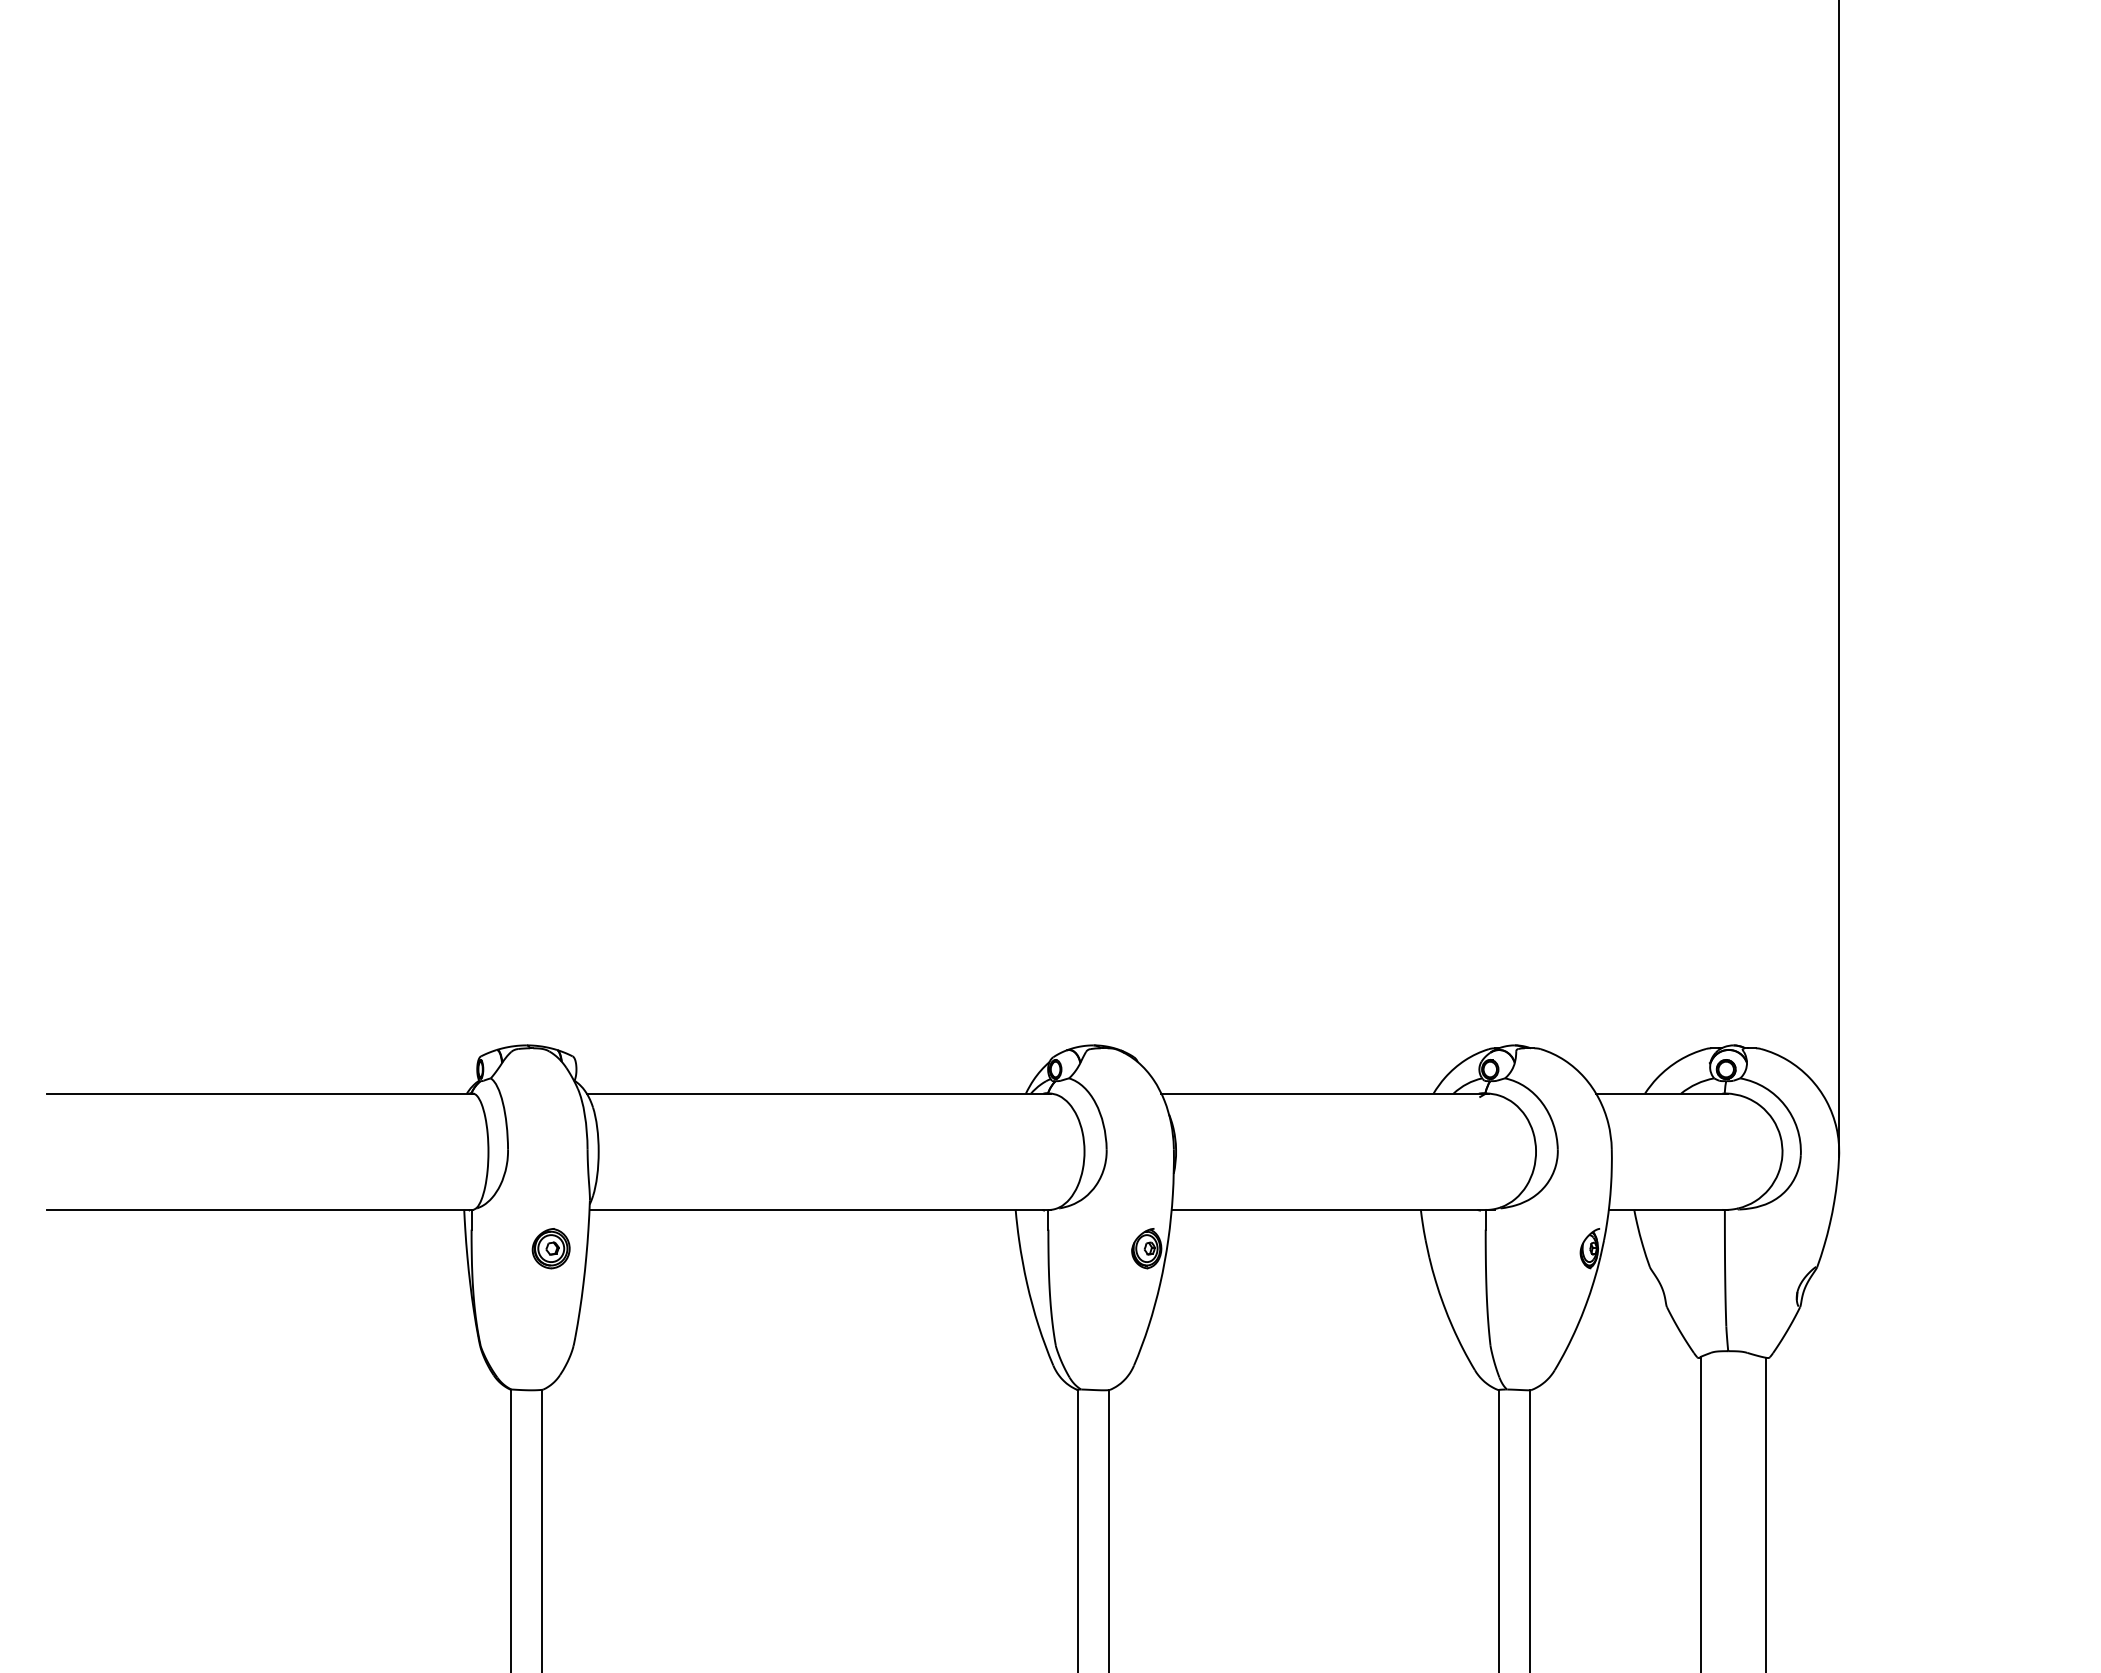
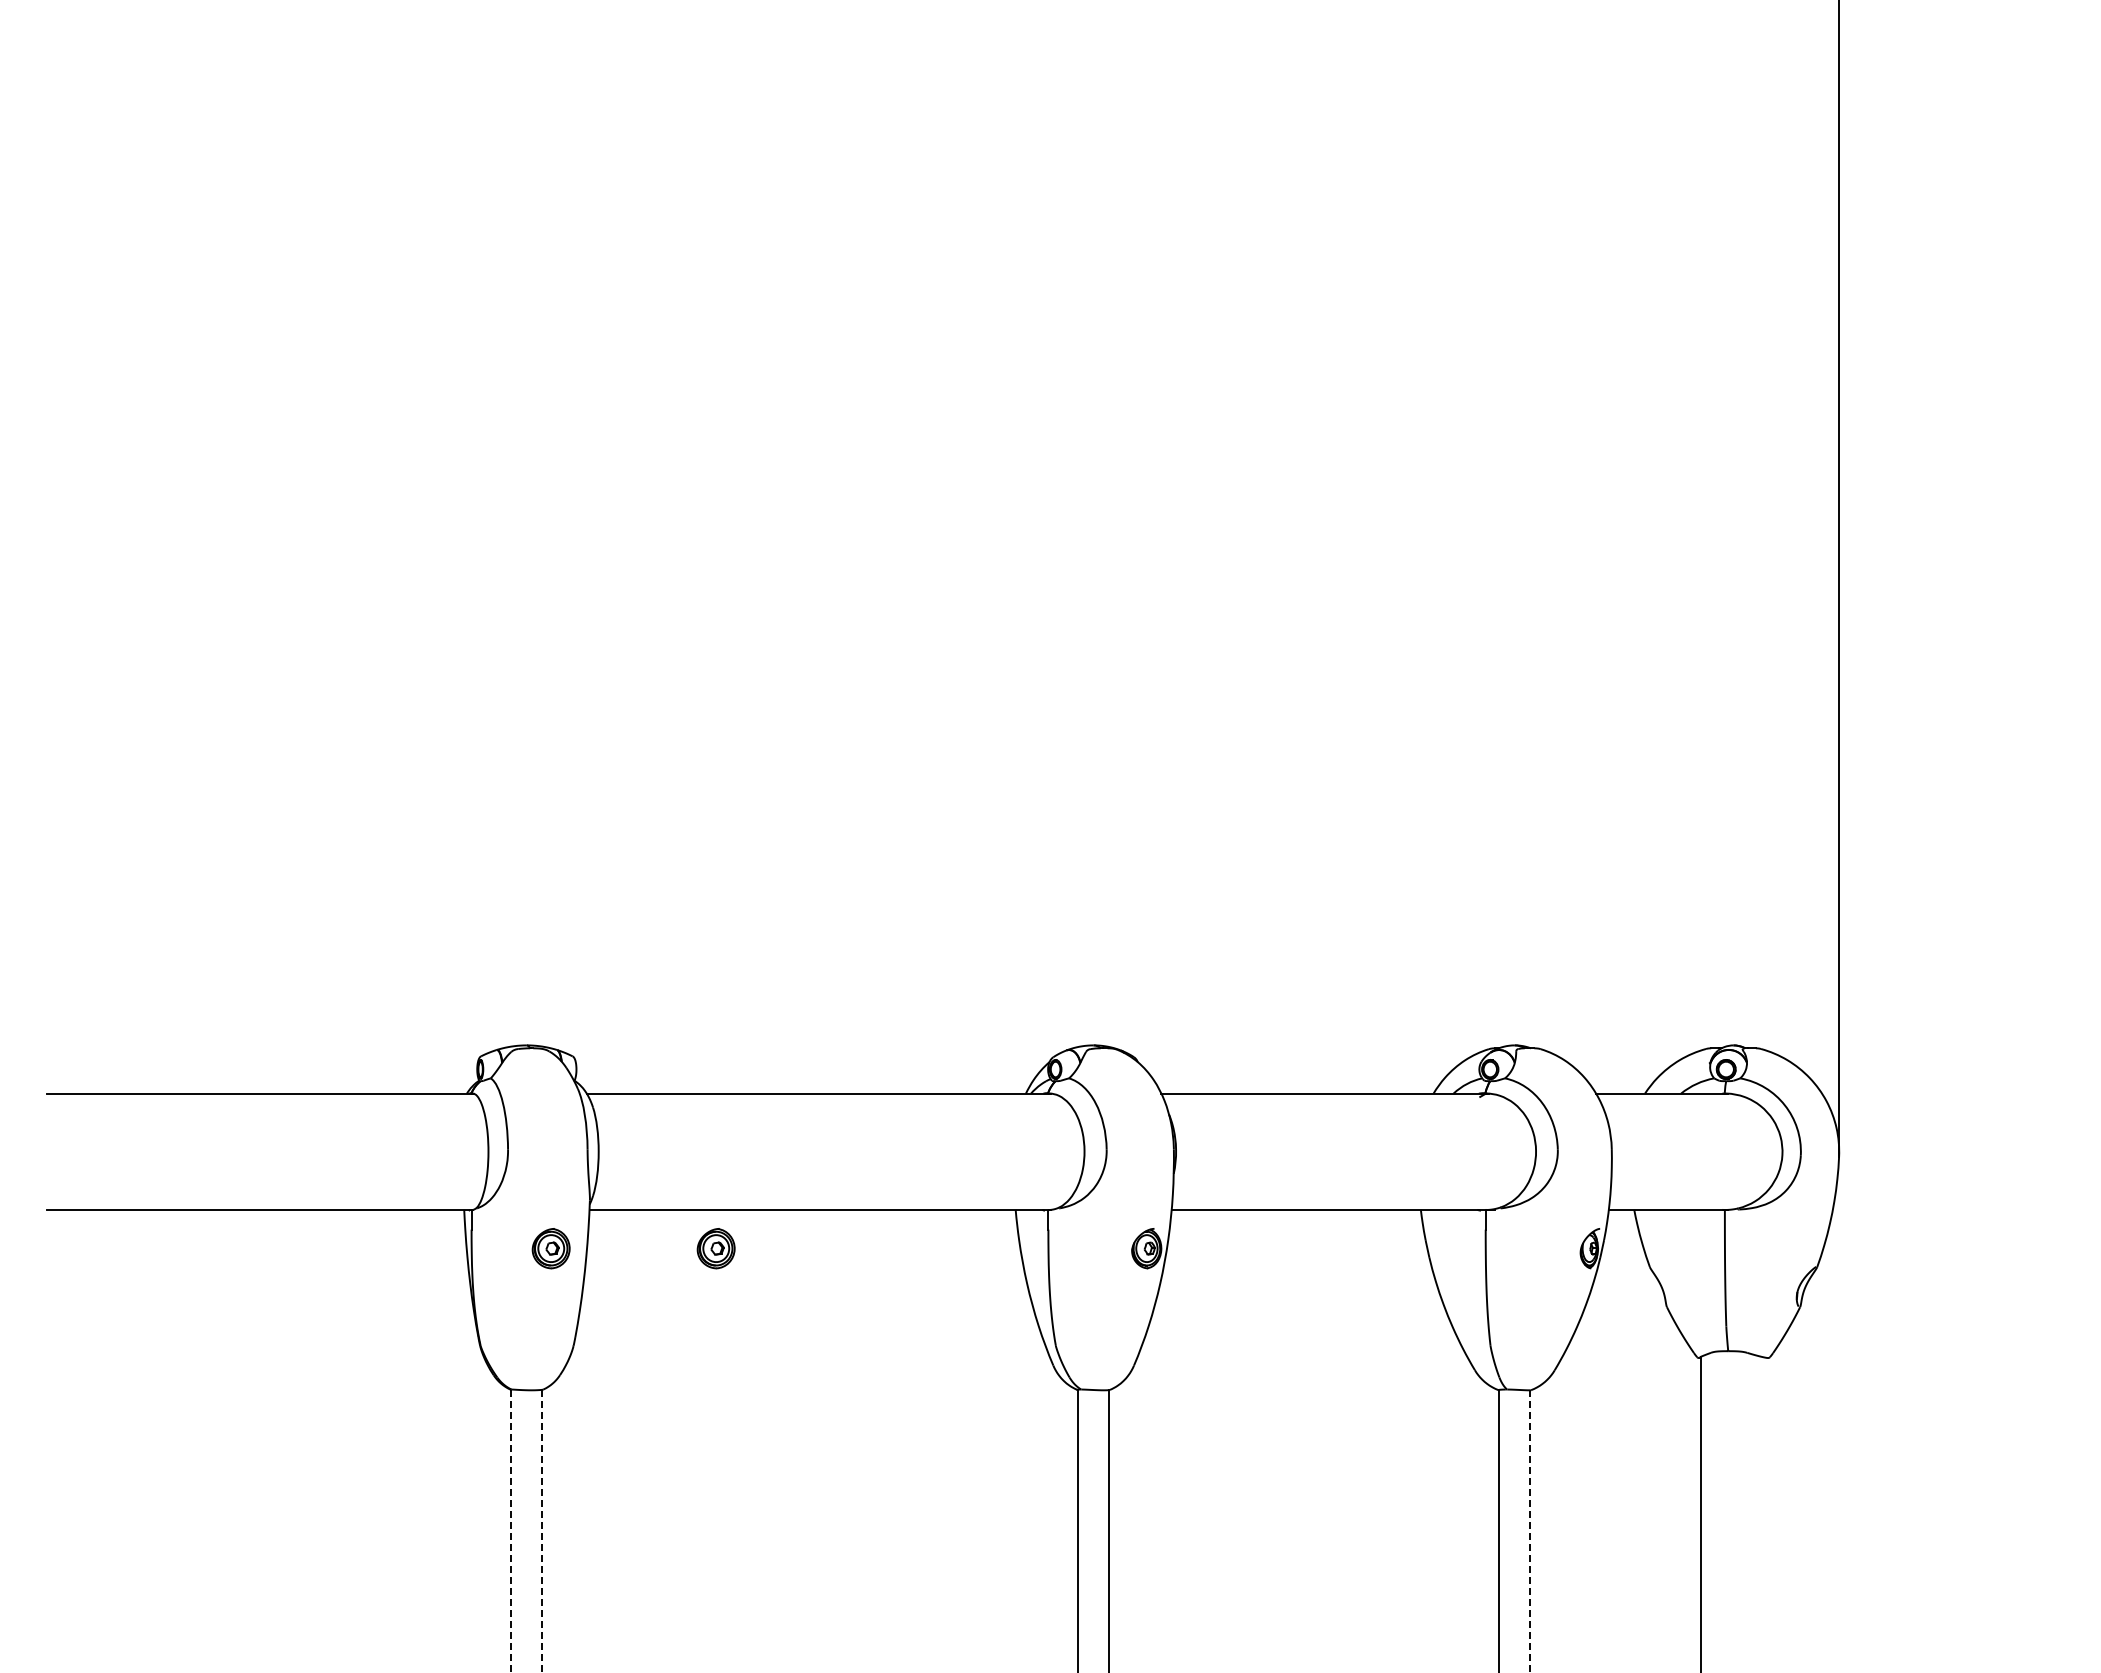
part at (715, 1248): none -> present
line at (1766, 1513): present -> none
line at (511, 1531): solid -> dashed
line at (542, 1531): solid -> dashed
line at (1530, 1531): solid -> dashed
